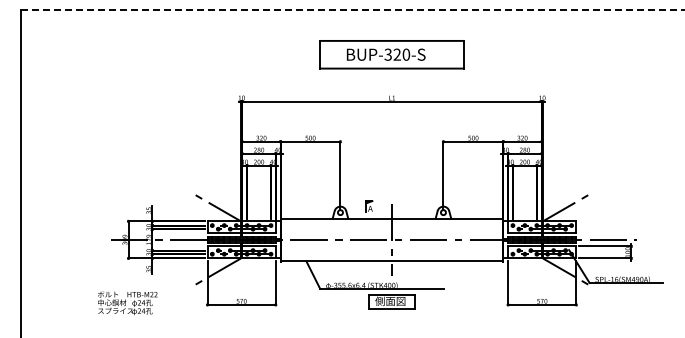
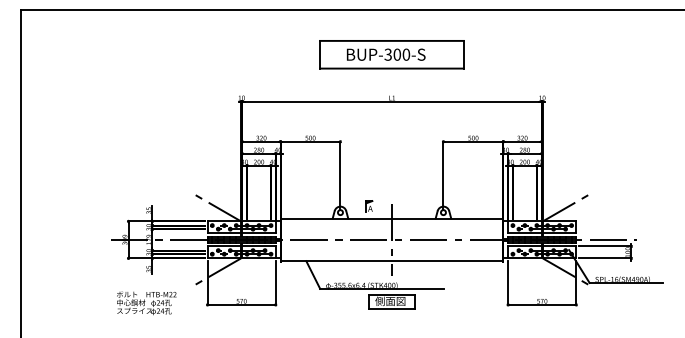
line at (352, 10): dashed -> solid
text at (396, 54): BUP-320-S -> BUP-300-S
text at (127, 303) position: (127, 303) -> (146, 303)
